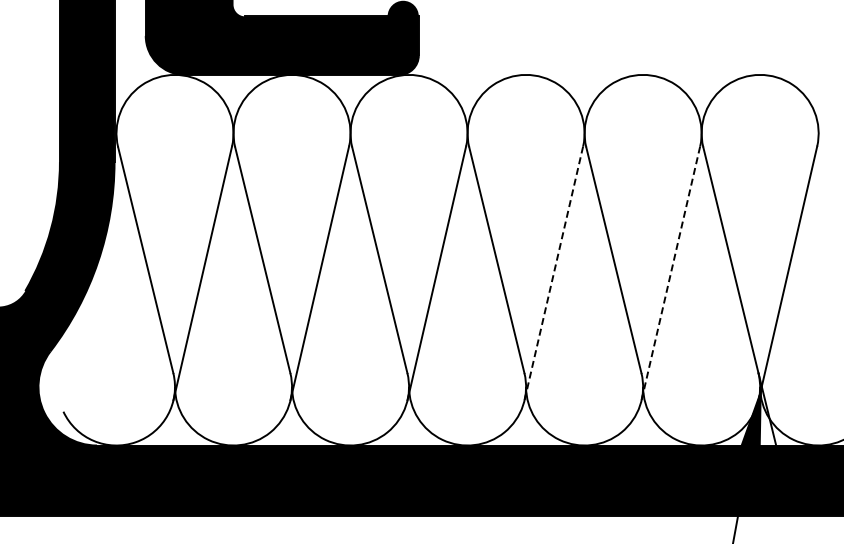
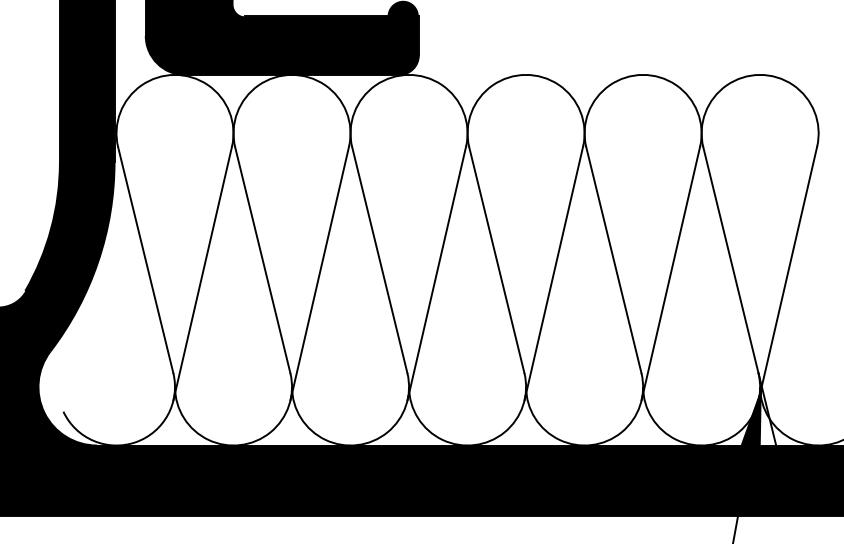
line at (553, 273): dashed -> solid
line at (670, 273): dashed -> solid
